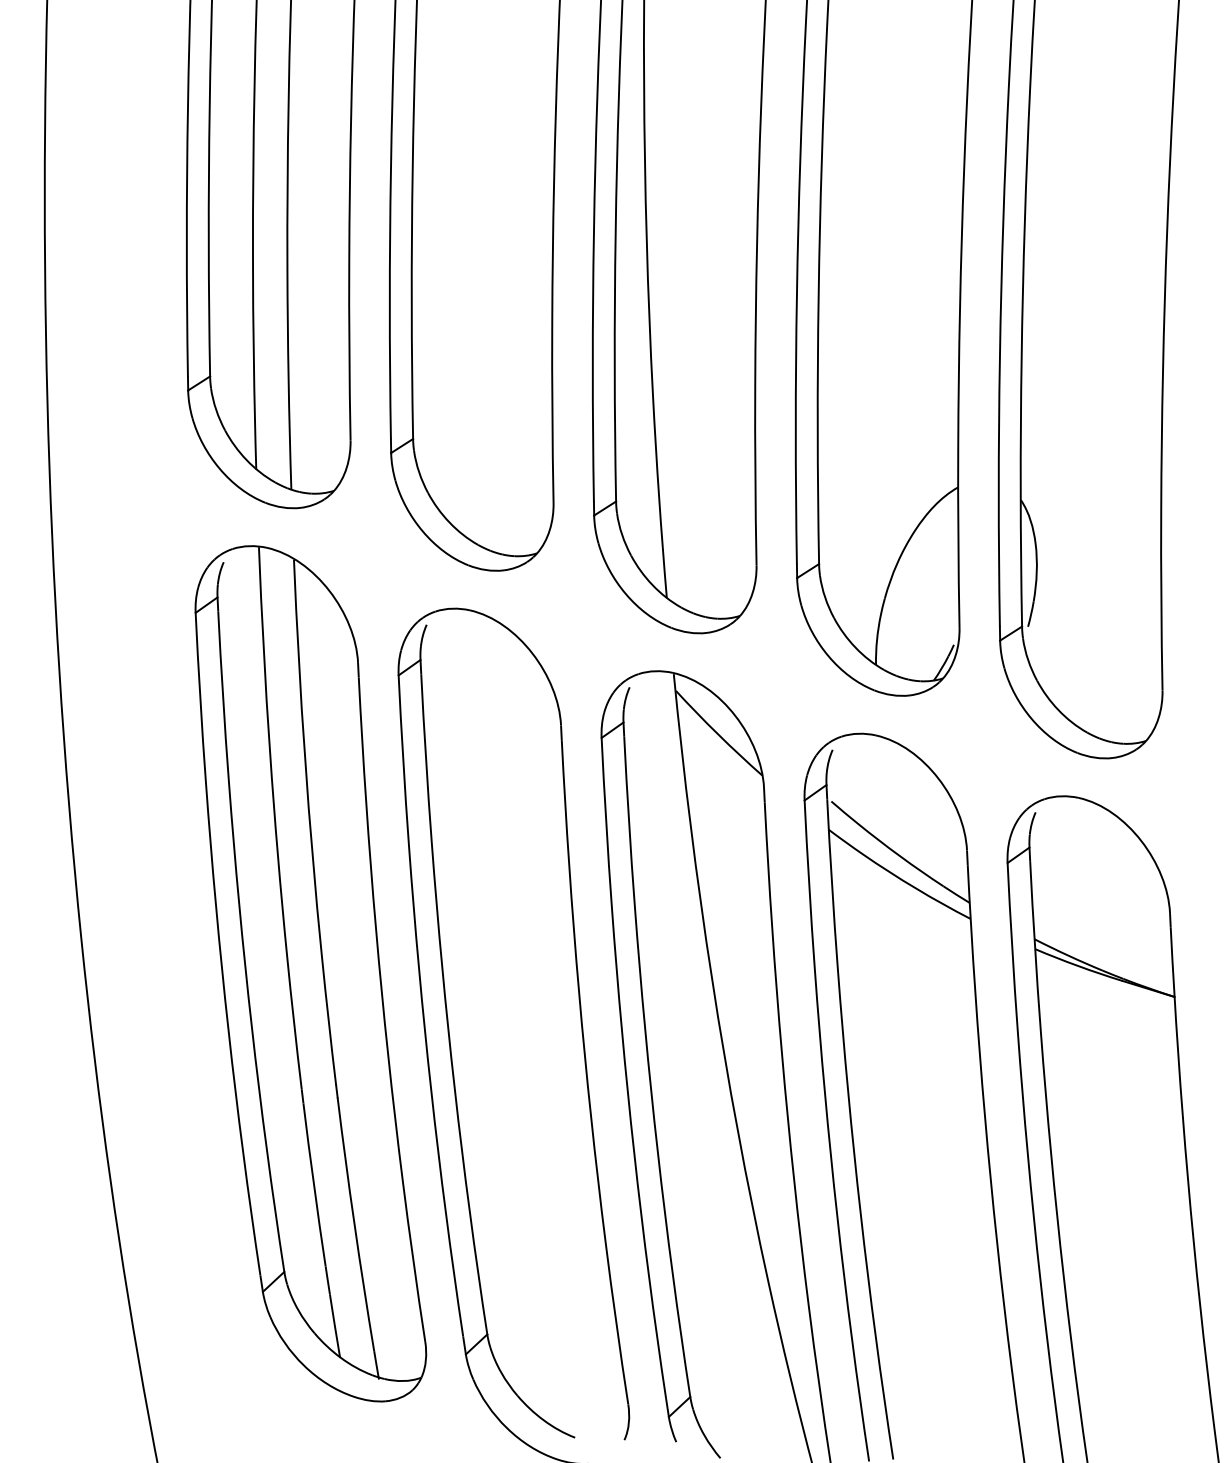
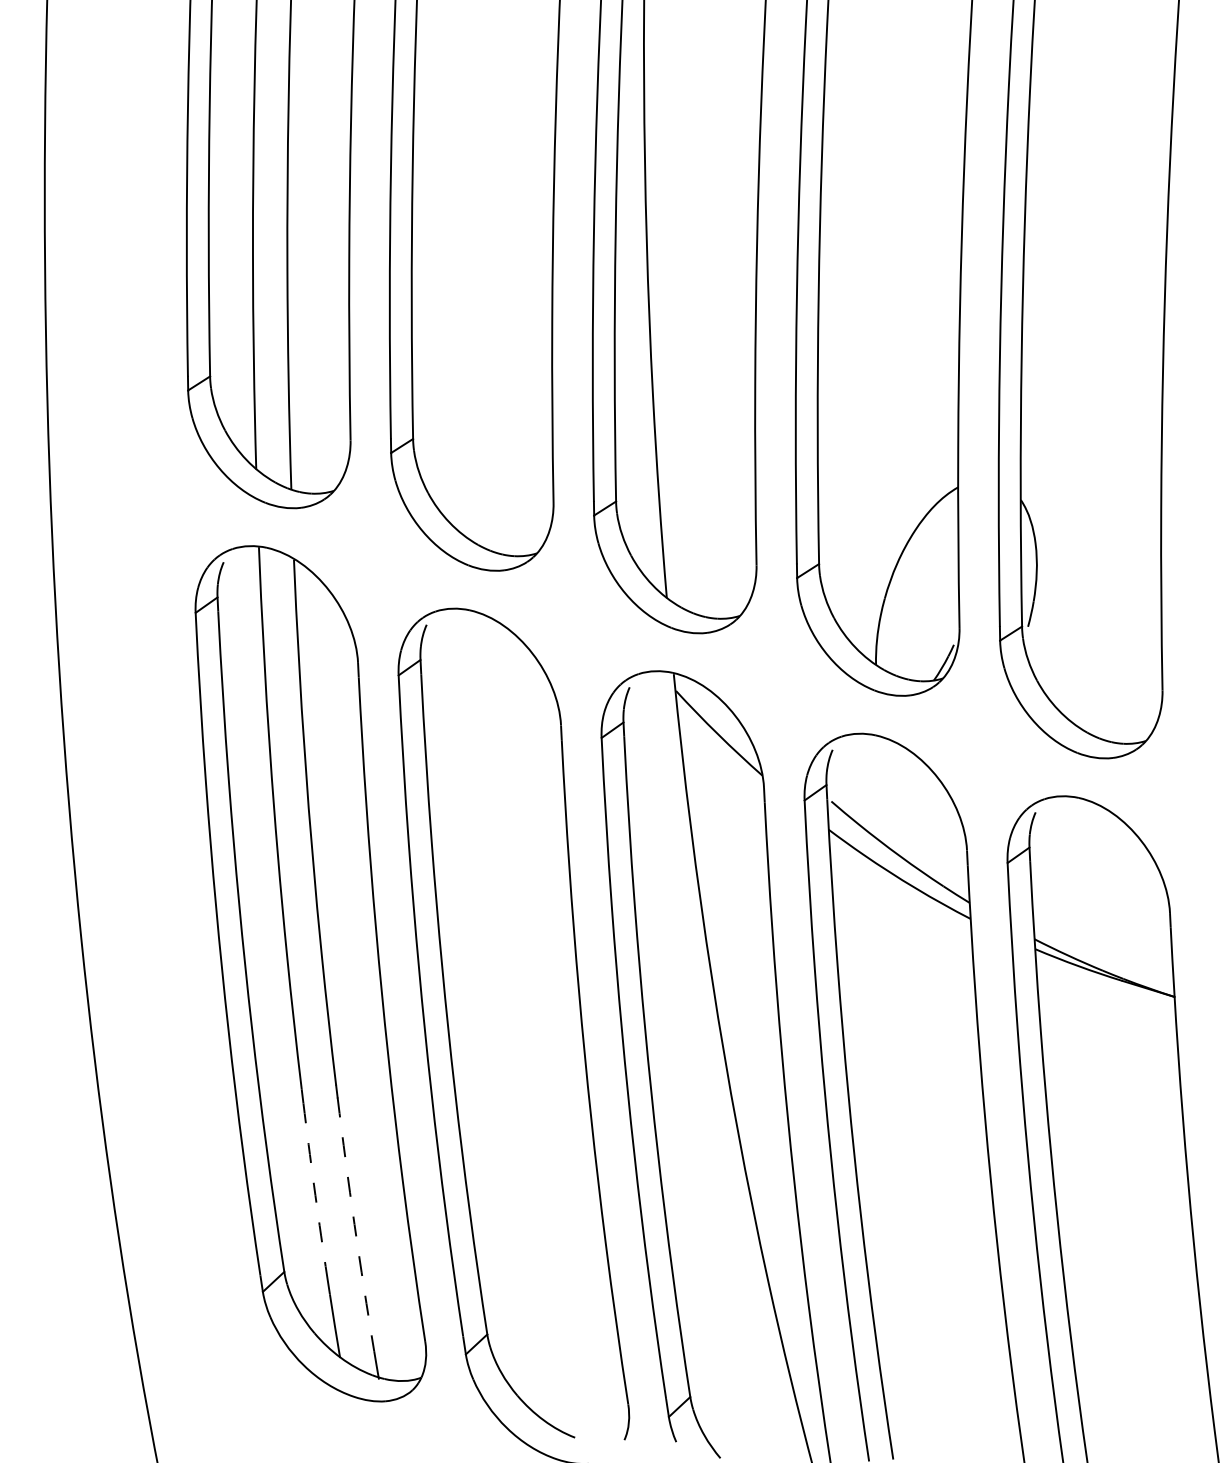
arc at (314, 1185): solid -> dashed
arc at (354, 1224): solid -> dashed
